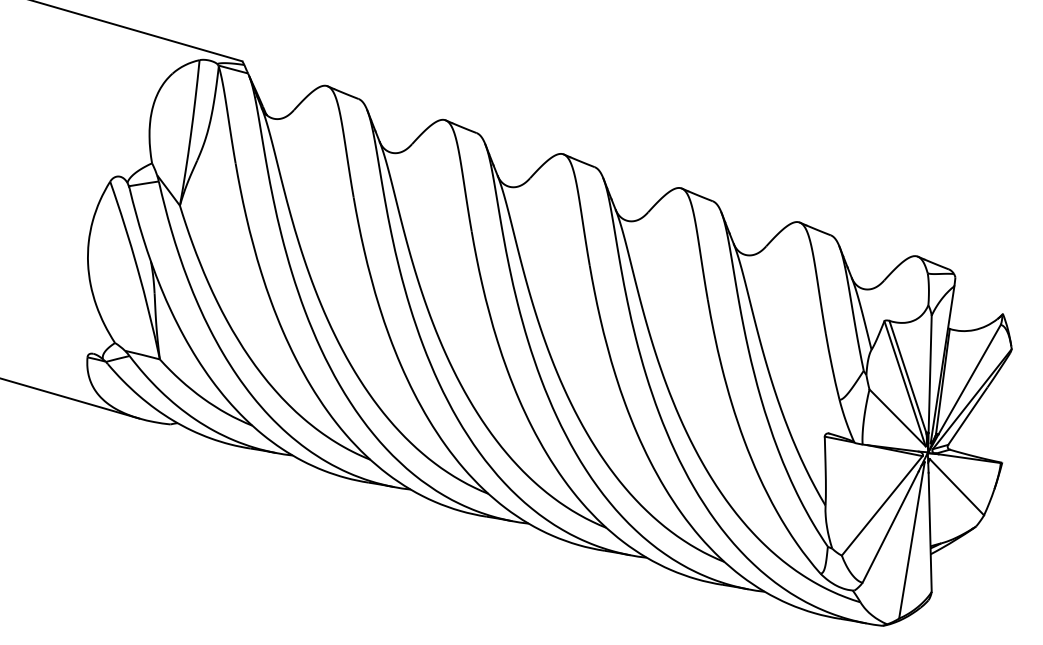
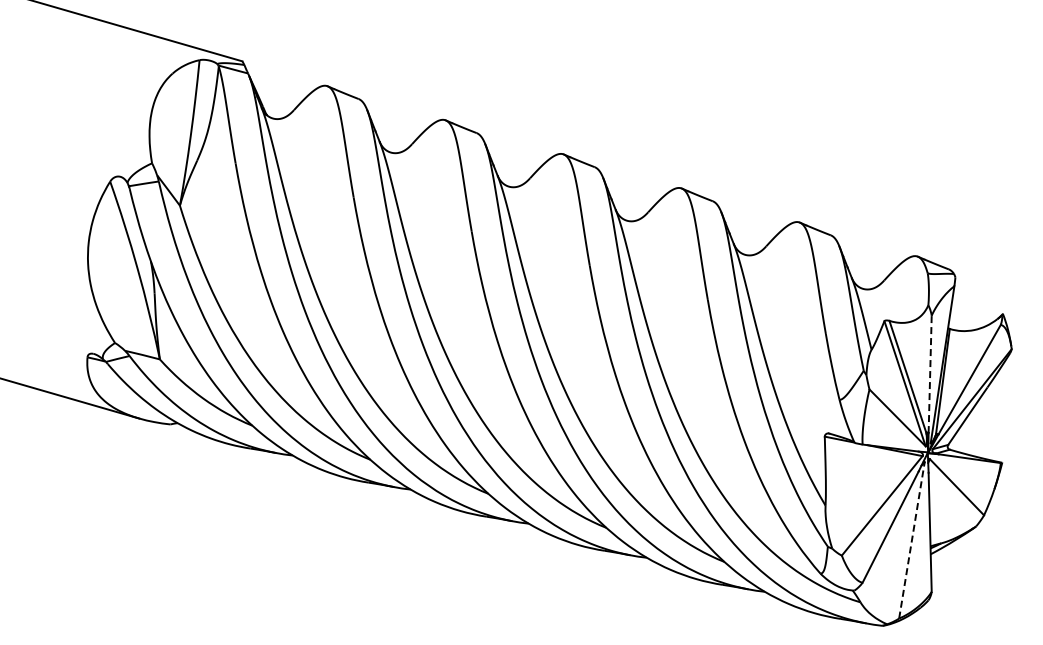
line at (930, 374): solid -> dashed
line at (911, 540): solid -> dashed
